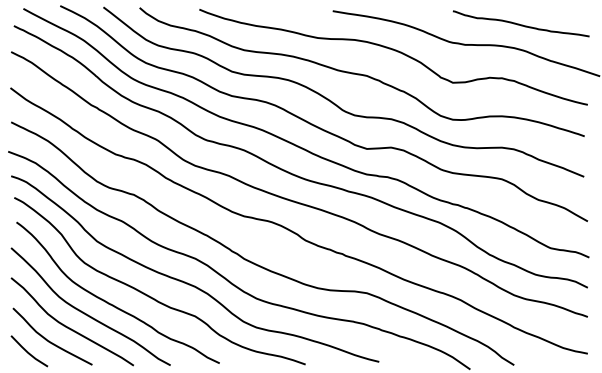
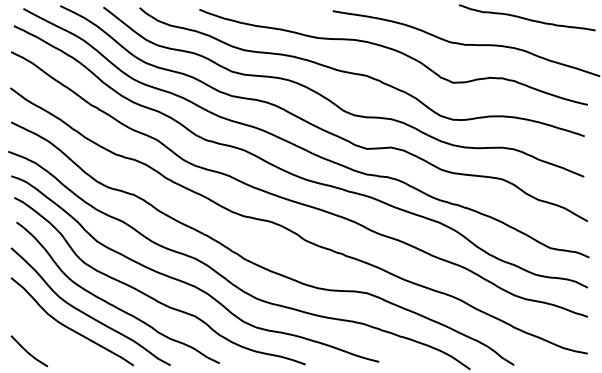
curve at (519, 23) position: (519, 23) -> (525, 17)
curve at (49, 340): present -> none
